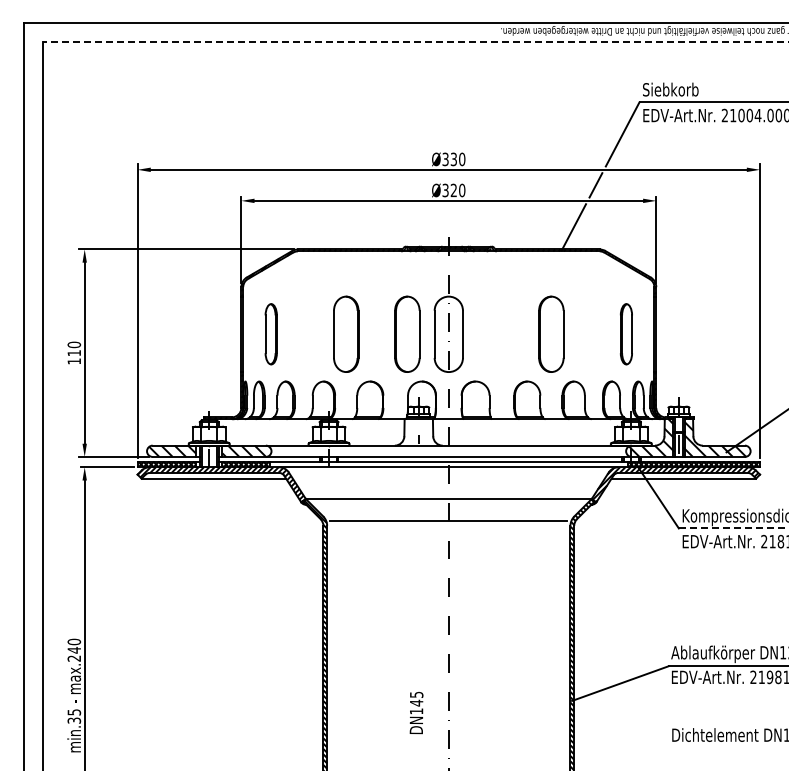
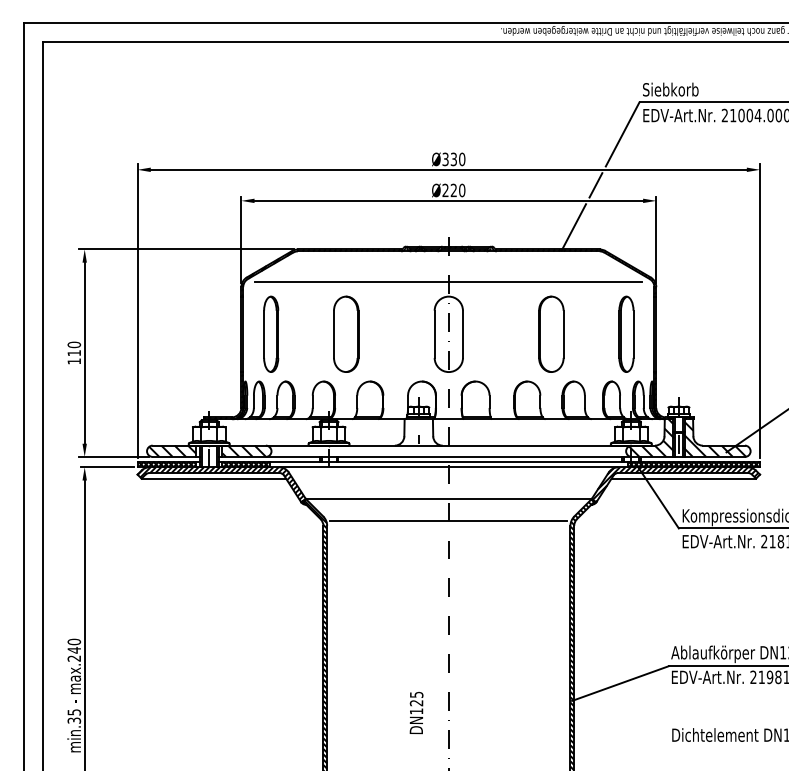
line at (415, 41): dashed -> solid
text at (445, 190): Ø320 -> Ø220
line at (447, 281): none -> present
part at (407, 333): present -> none
part at (270, 334) size: 14x63 px -> 17x78 px
part at (626, 334) size: 13x63 px -> 17x78 px
line at (733, 528): dashed -> solid
text at (416, 702): DN145 -> DN125
